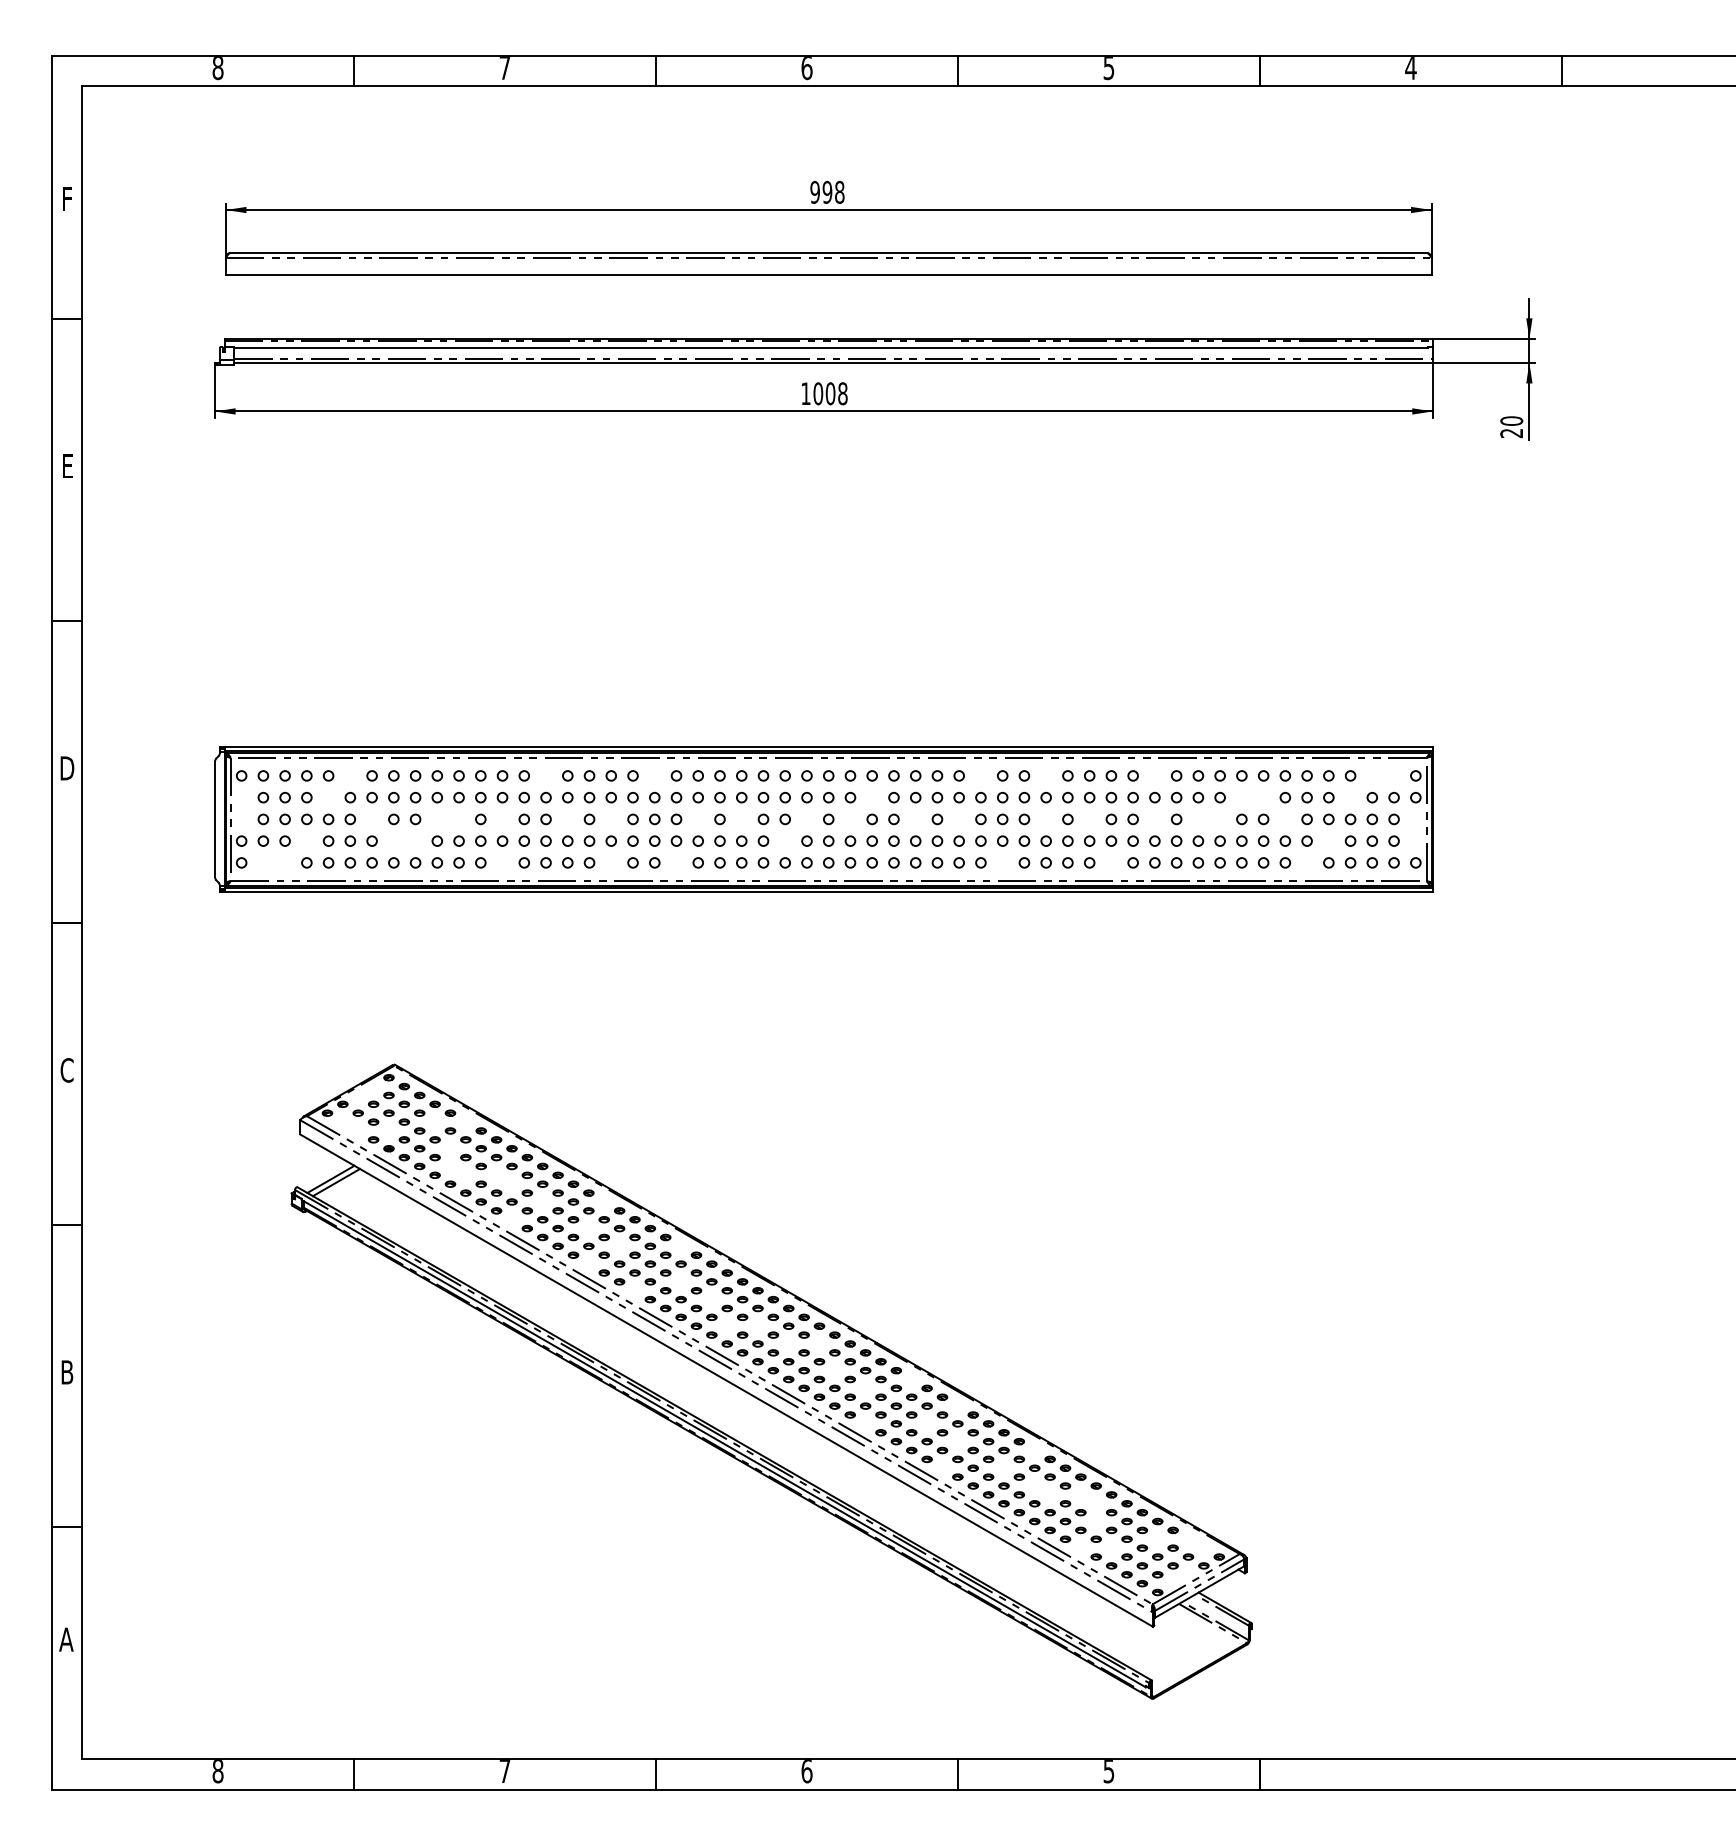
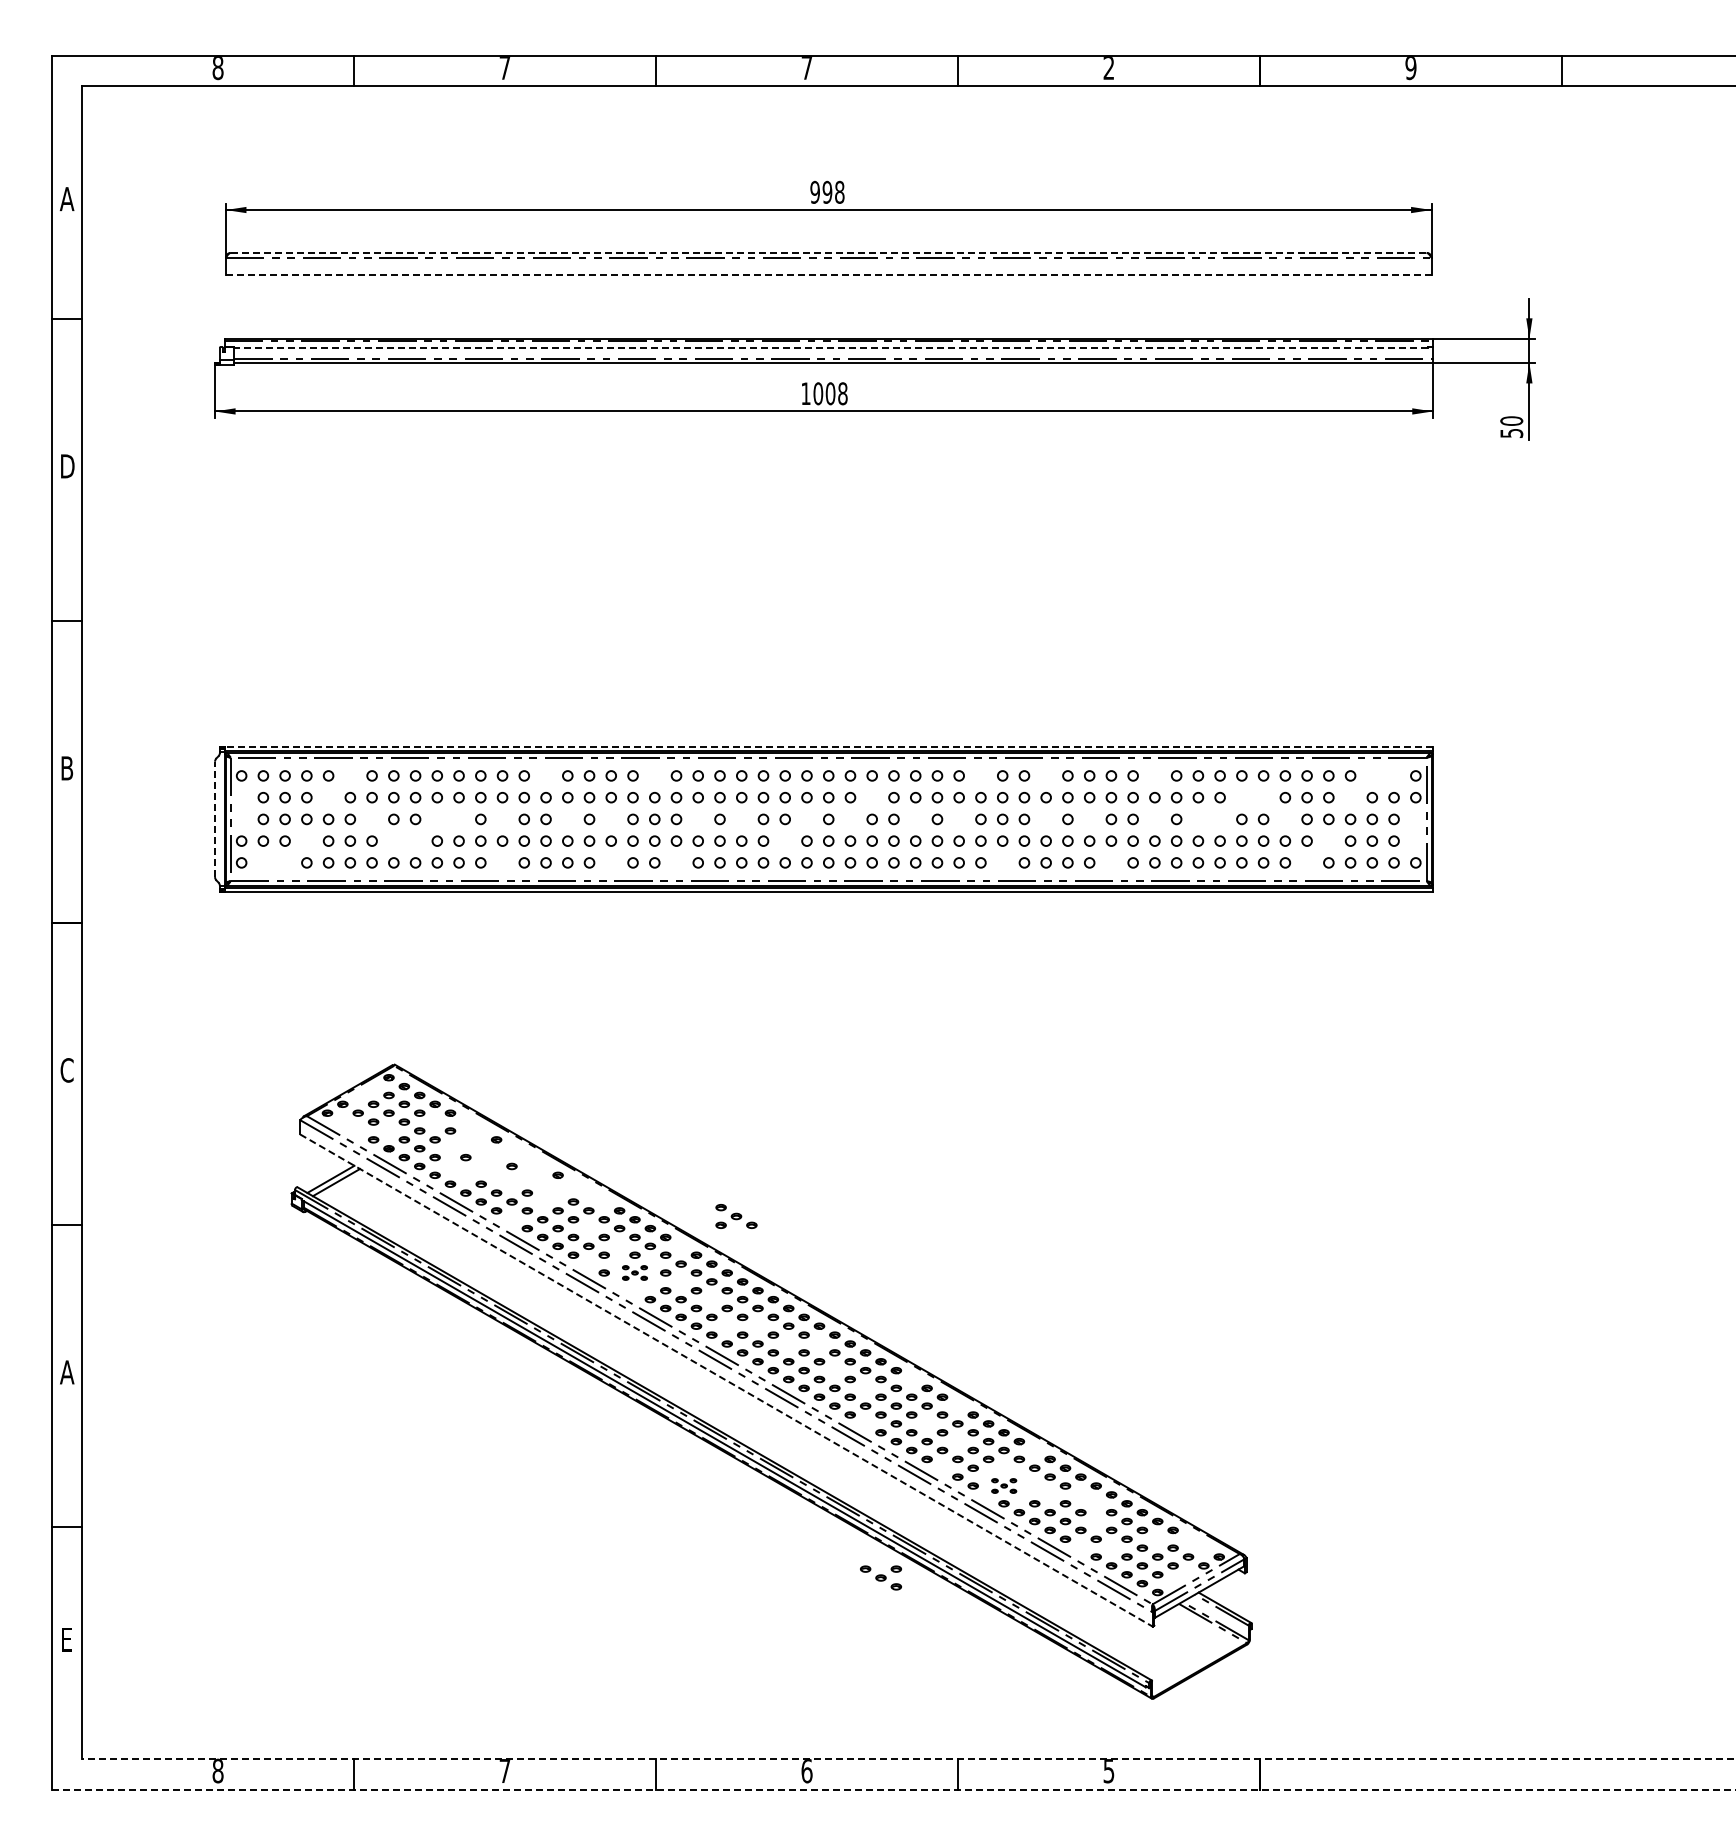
text at (806, 68): 6 -> 7
text at (1108, 68): 5 -> 2
text at (1410, 68): 4 -> 9
text at (66, 199): F -> A
line at (828, 252): solid -> dashed
line at (828, 275): solid -> dashed
line at (831, 348): solid -> dashed
text at (1511, 433): 20 -> 50
text at (67, 466): E -> D
line at (828, 746): solid -> dashed
text at (67, 768): D -> B
line at (215, 819): solid -> dashed
part at (527, 1161): present -> none
part at (736, 1216): none -> present
part at (634, 1272) size: 42x26 px -> 26x16 px
text at (67, 1372): B -> A
line at (726, 1380): solid -> dashed
part at (1004, 1485) size: 43x26 px -> 27x16 px
part at (881, 1577): none -> present
text at (66, 1639): A -> E
line at (908, 1759): solid -> dashed
line at (893, 1789): solid -> dashed
